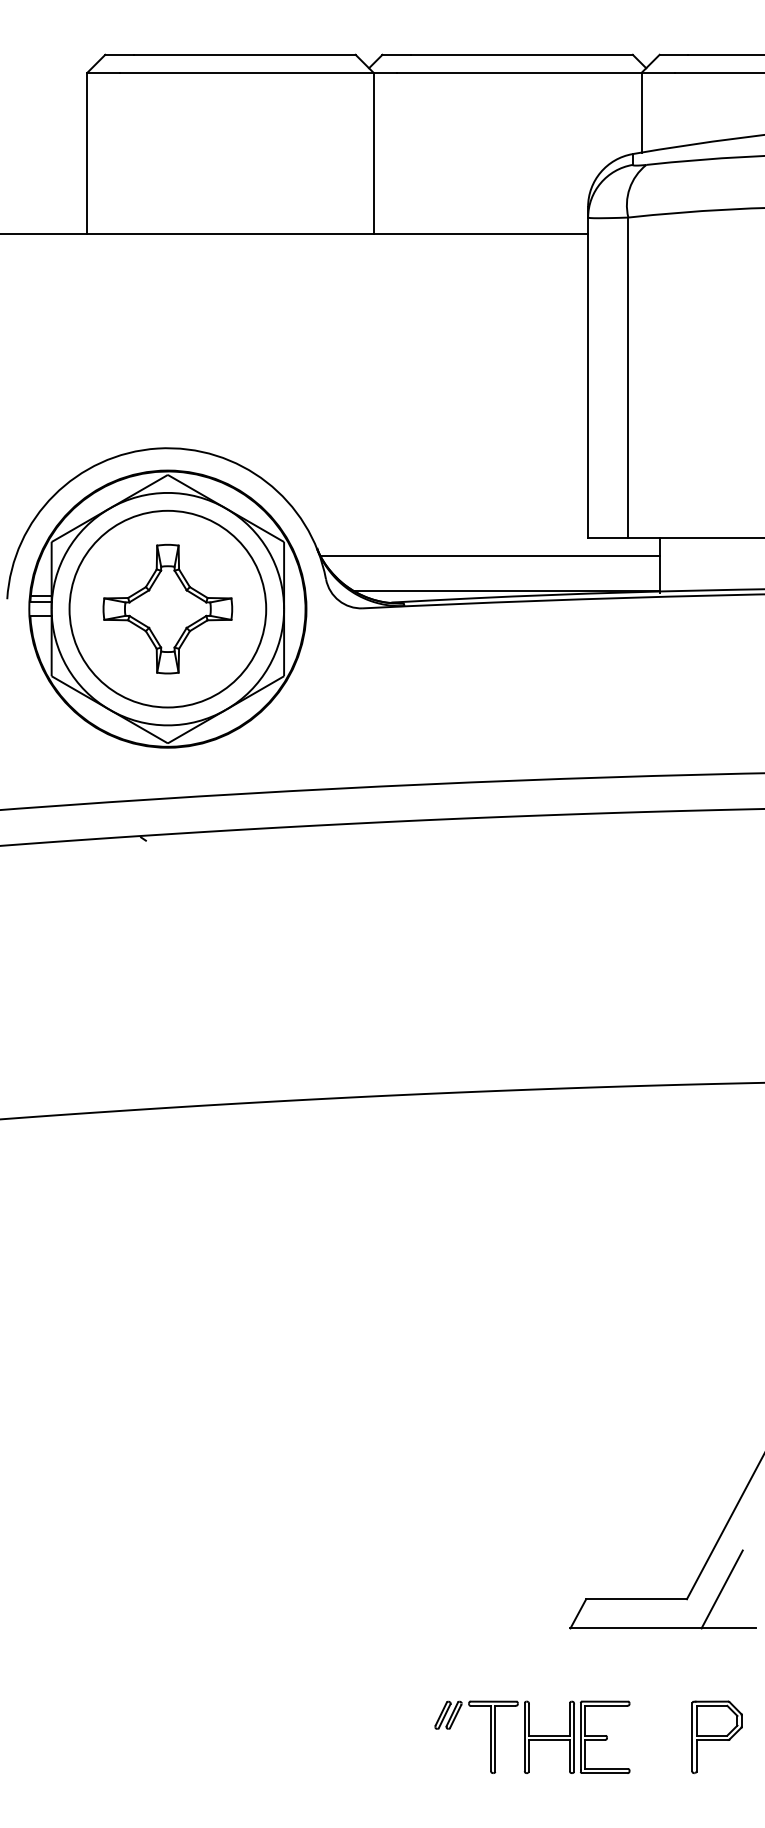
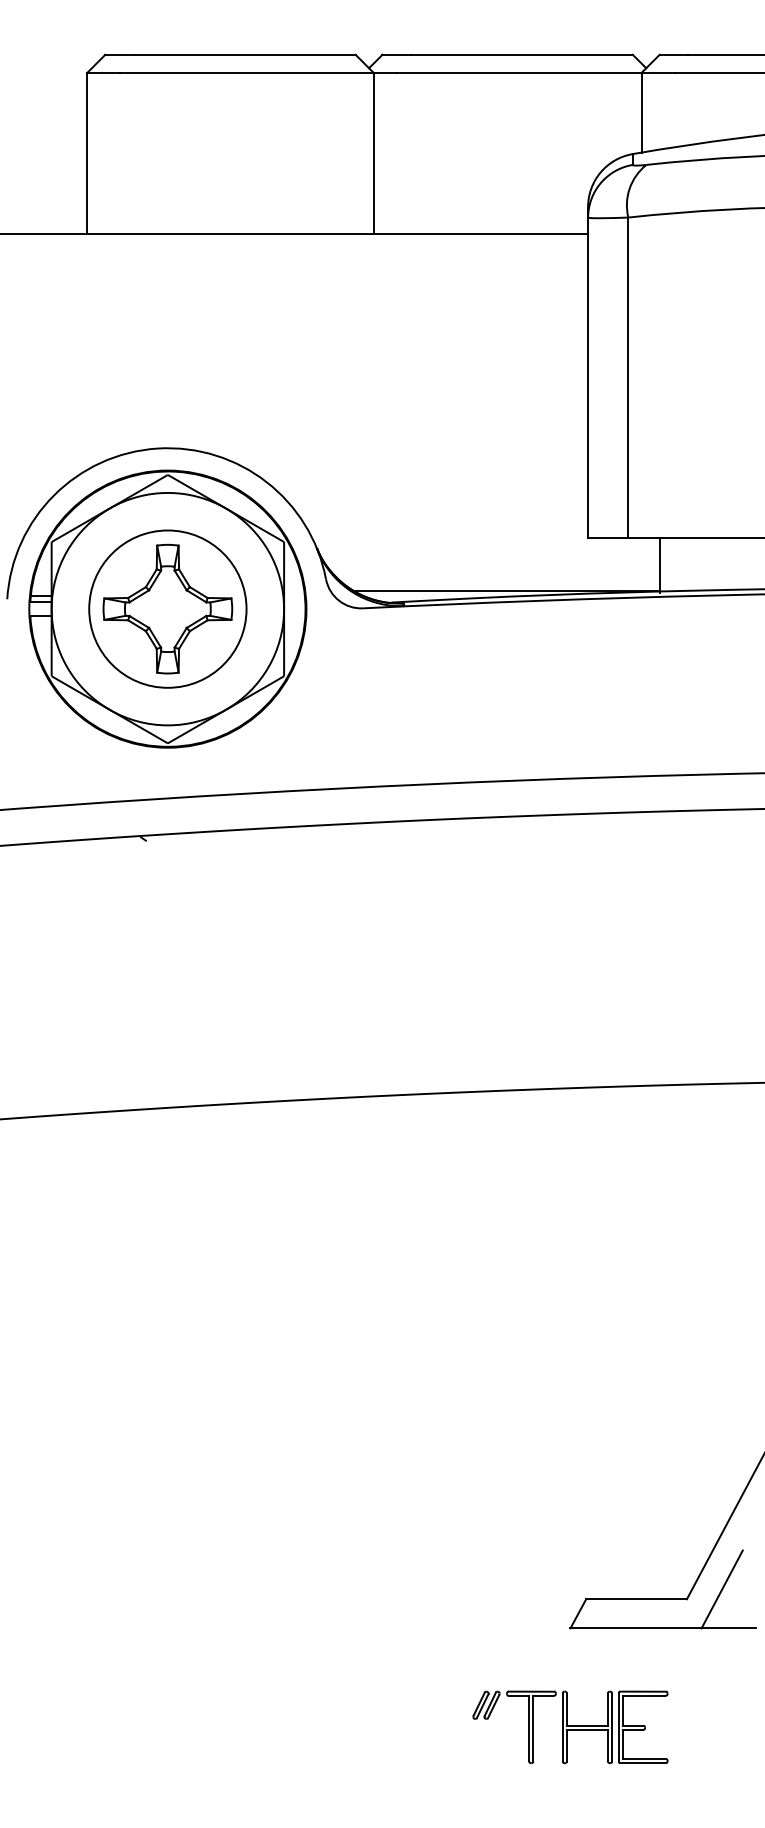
line at (489, 555): present -> none
circle at (167, 608) diameter: 197 px -> 157 px
part at (532, 1736) position: (532, 1736) -> (570, 1726)
part at (716, 1736): present -> none
